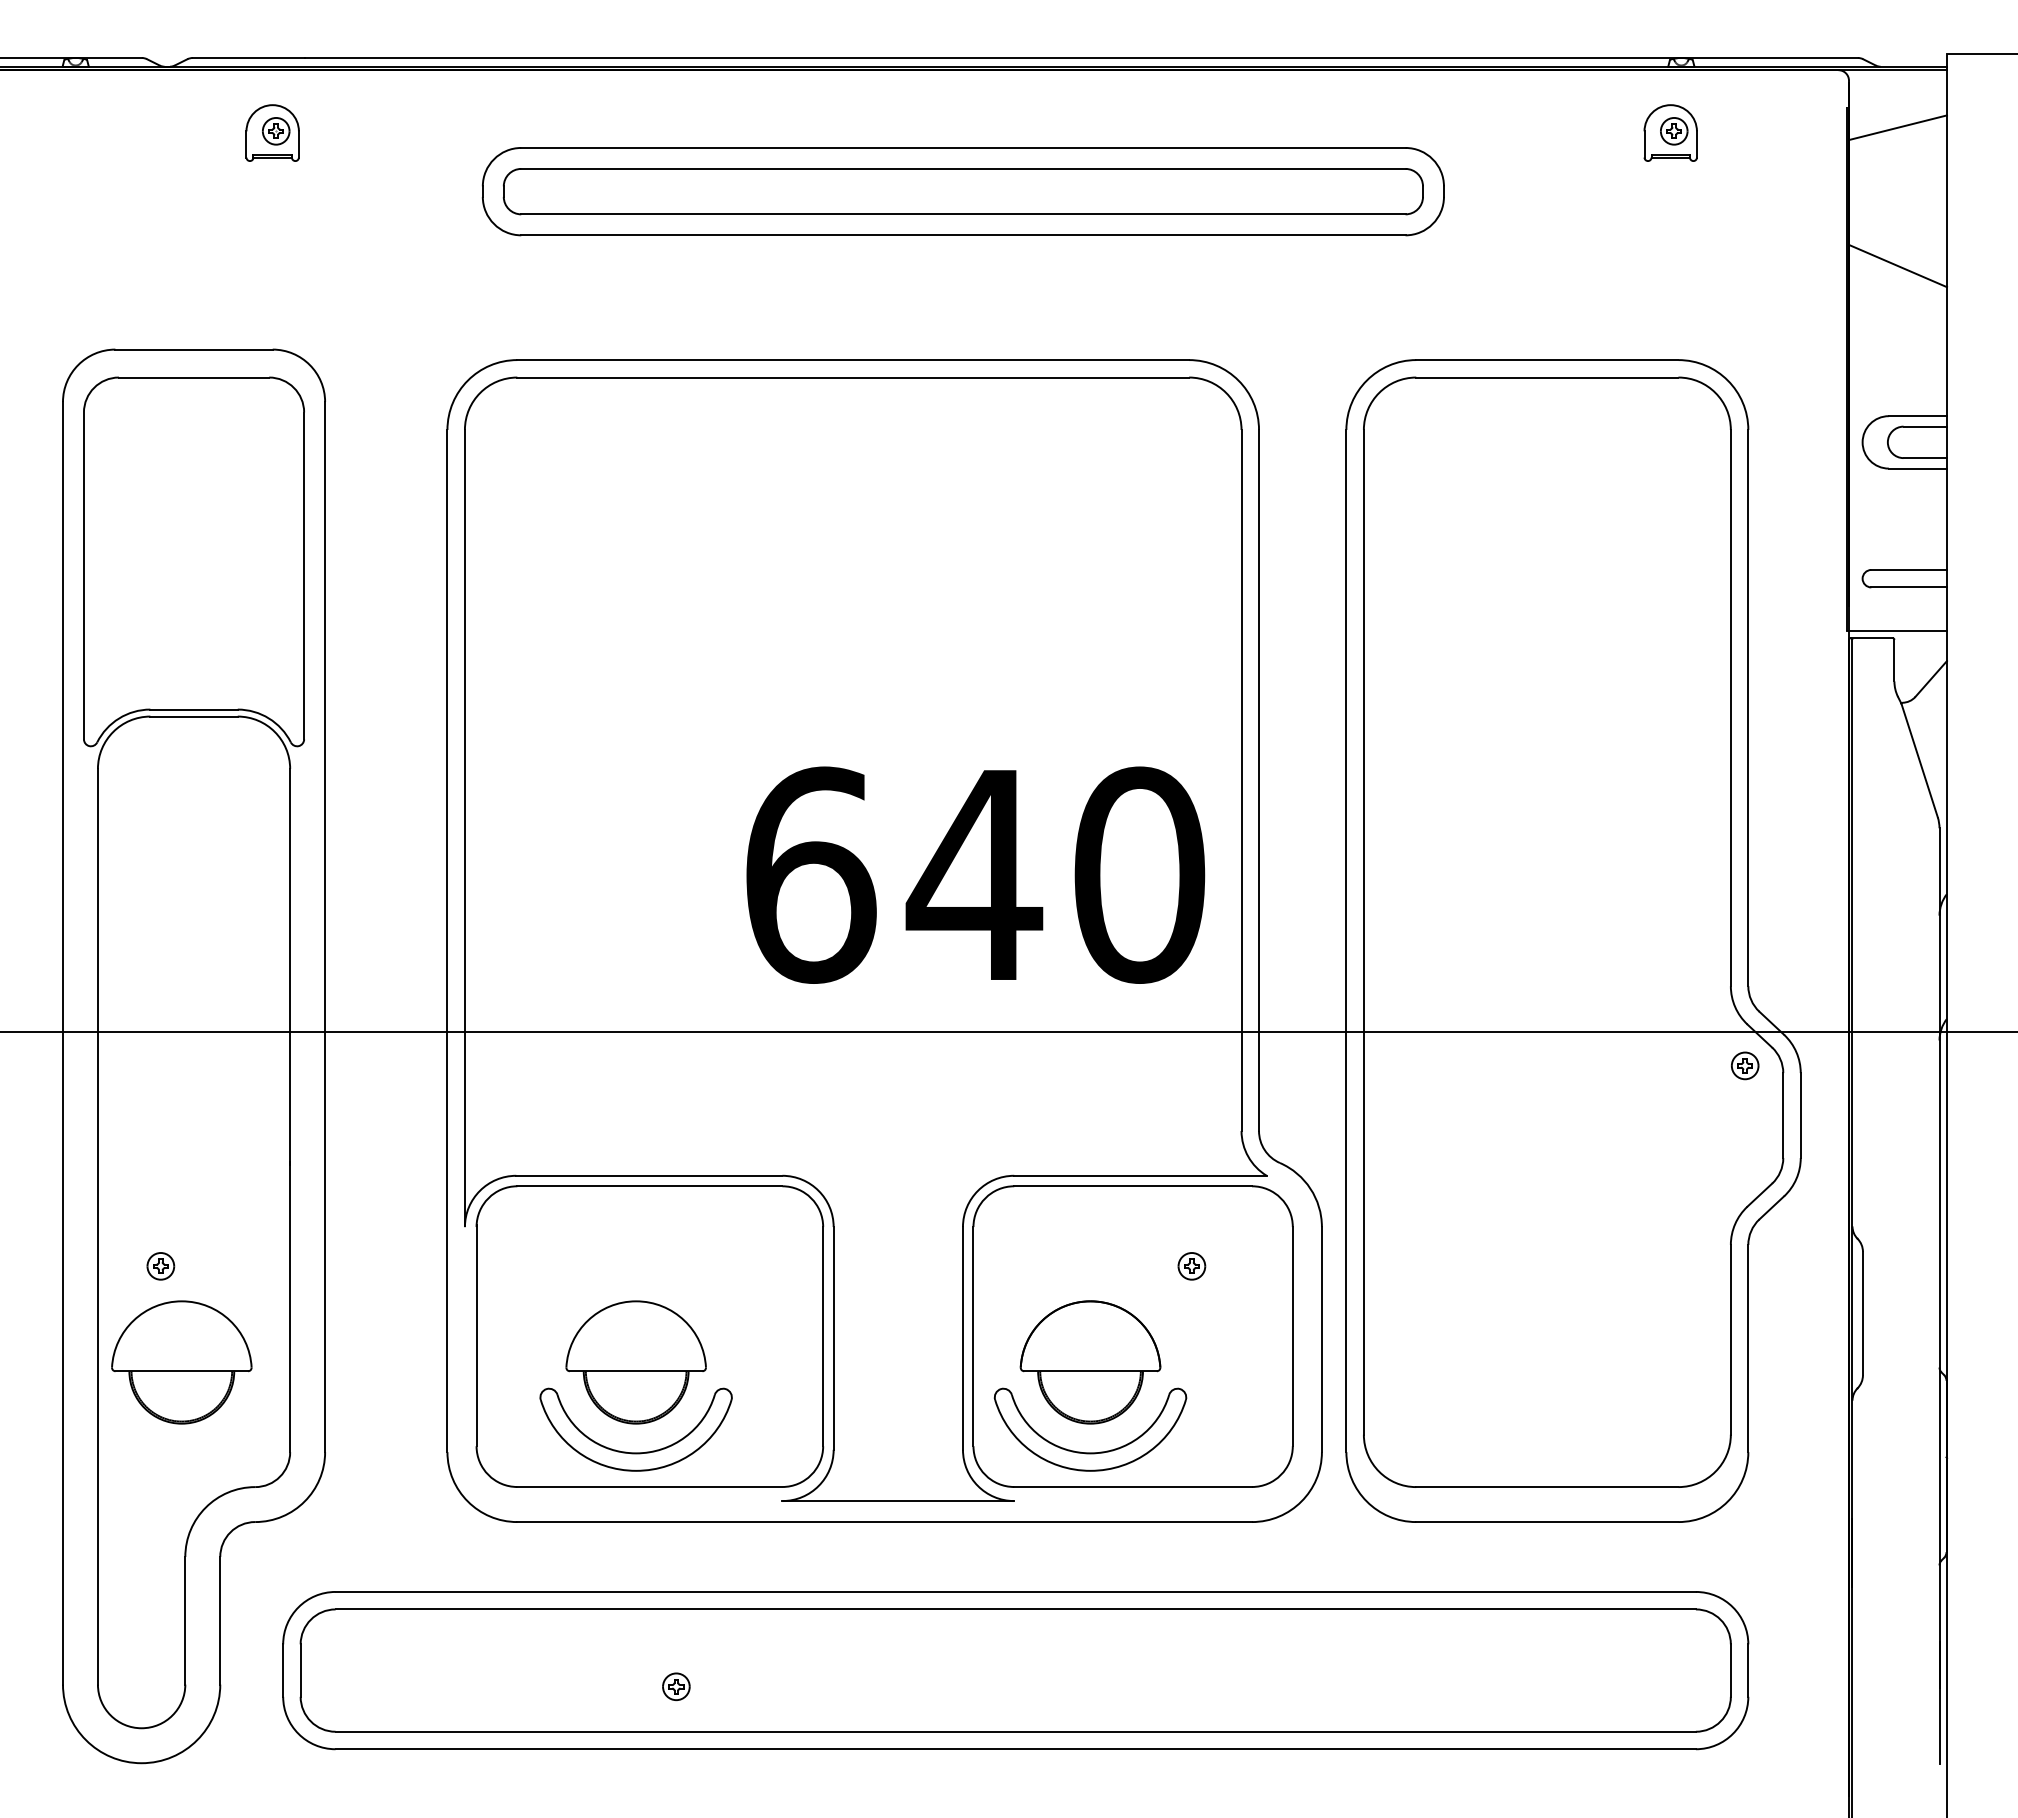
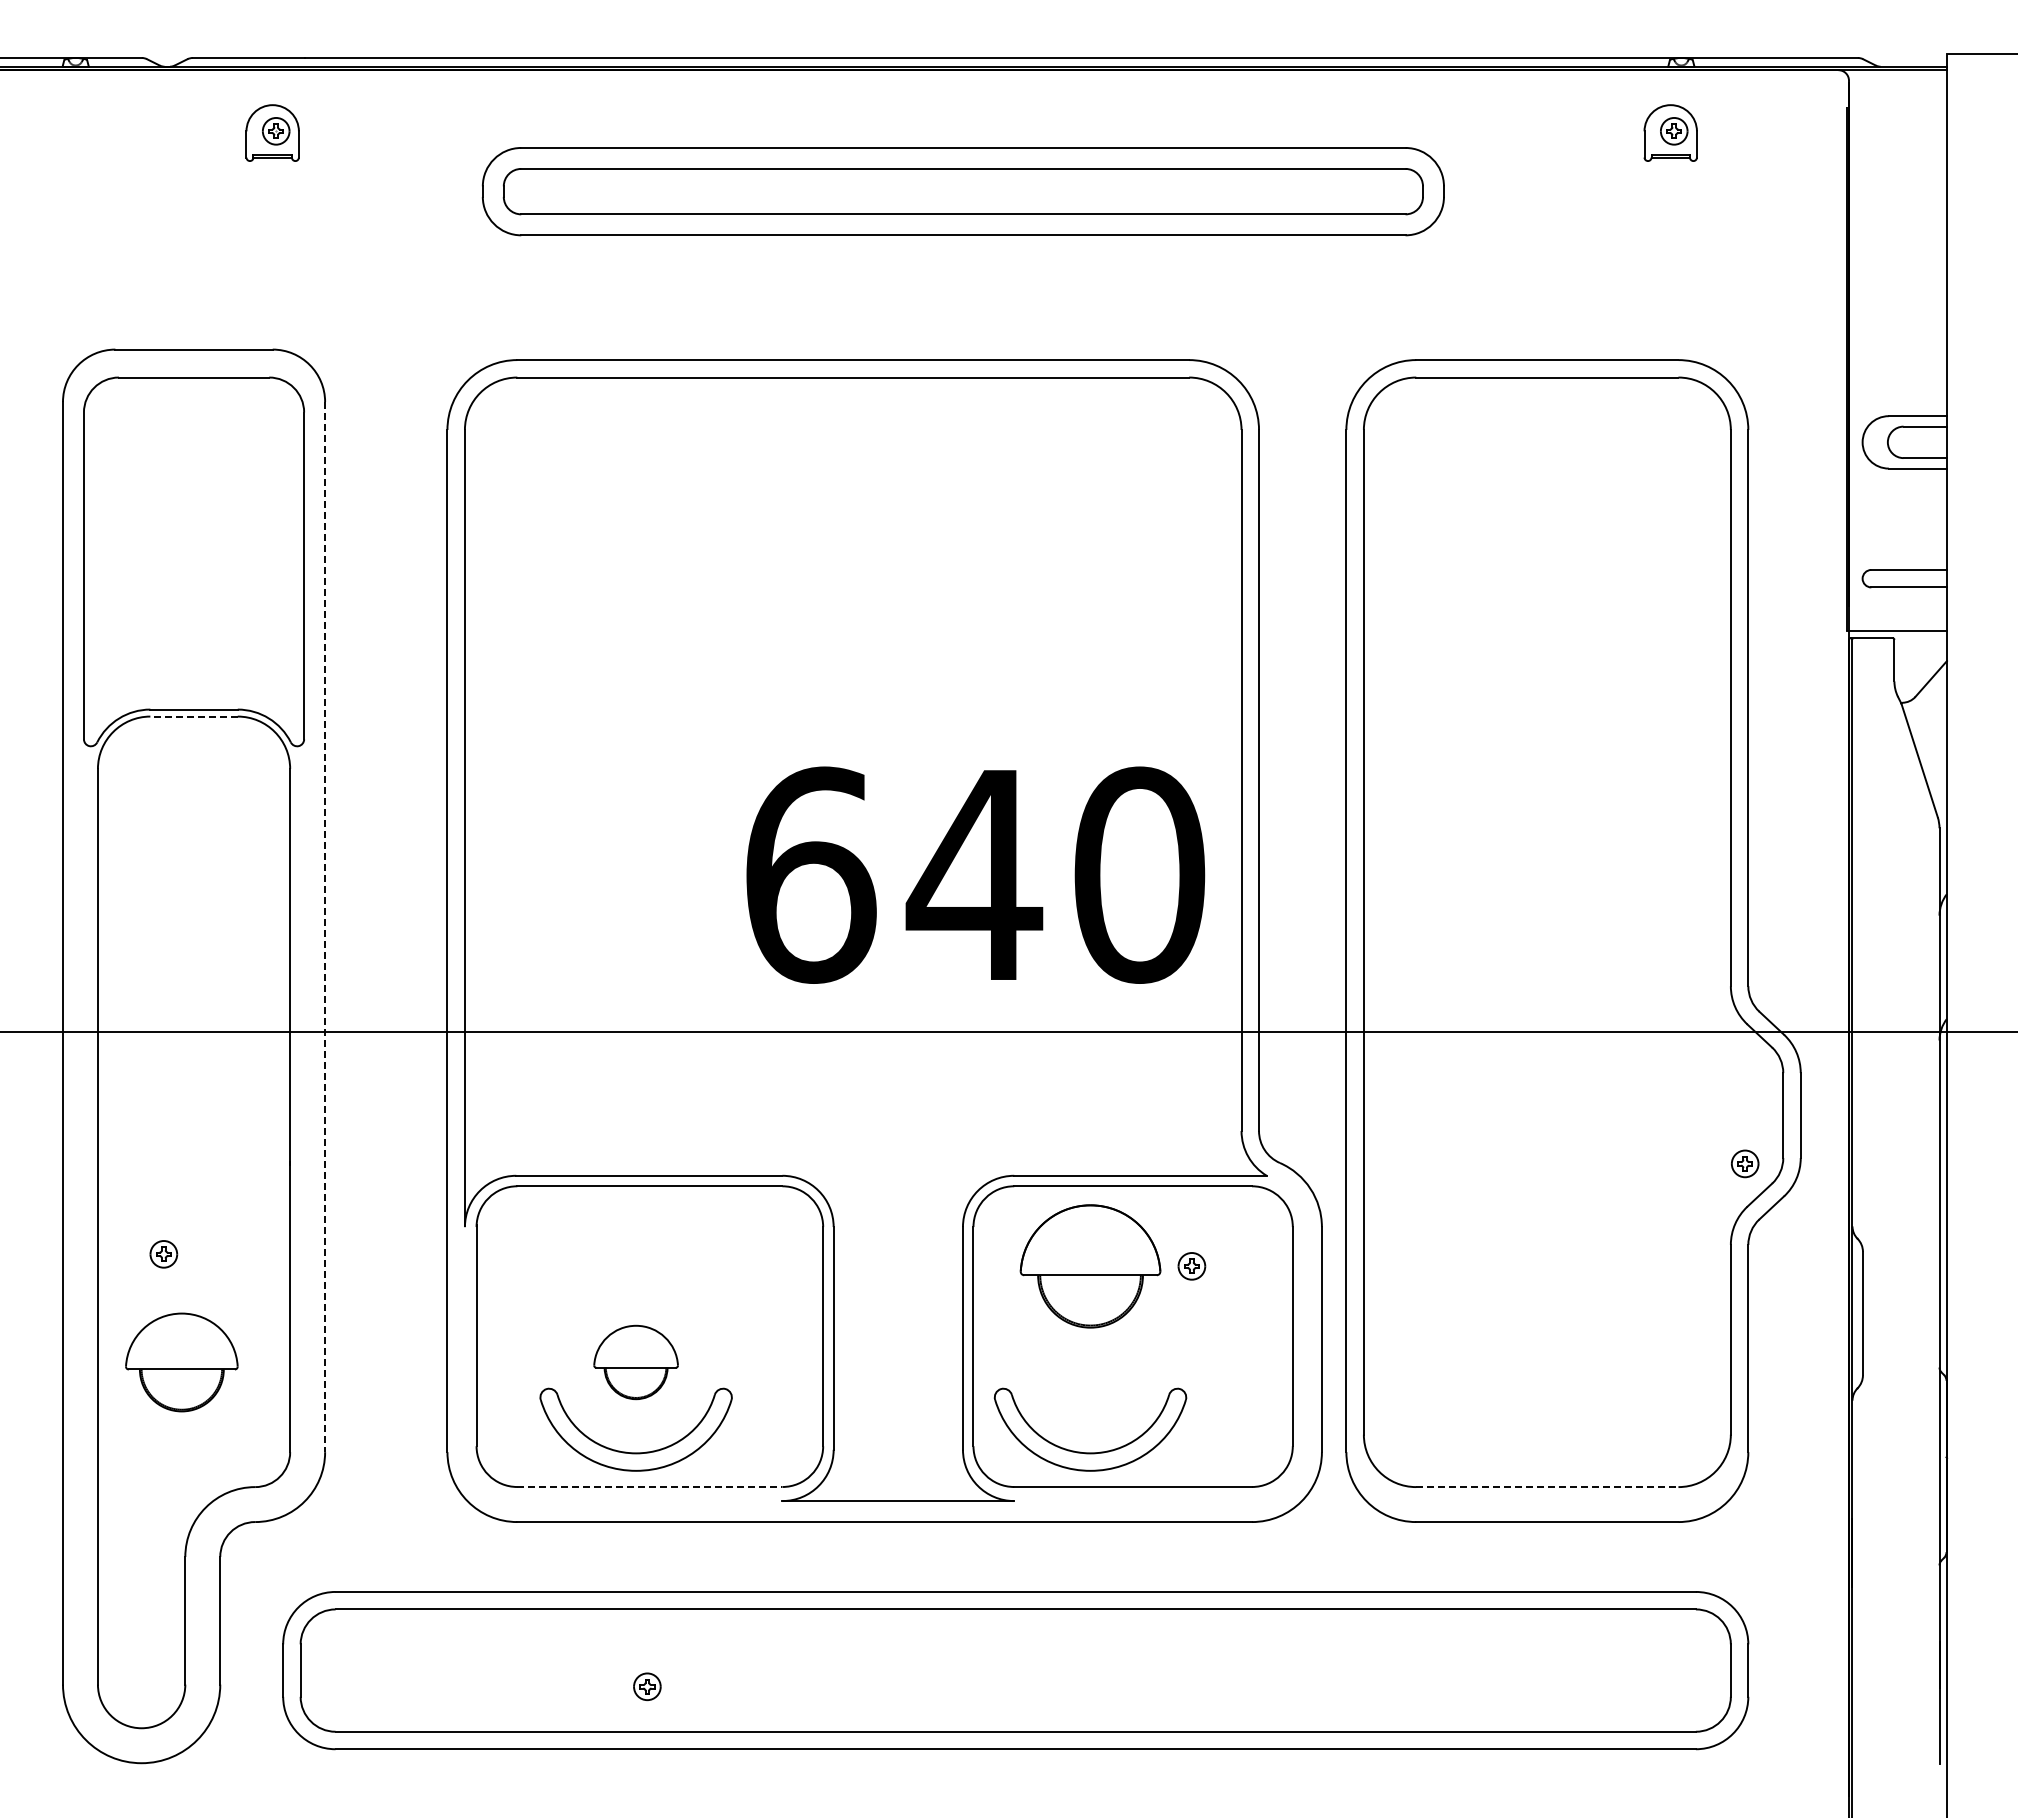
line at (1897, 127): present -> none
line at (1897, 265): present -> none
line at (194, 716): solid -> dashed
line at (325, 927): solid -> dashed
part at (1745, 1065) position: (1745, 1065) -> (1745, 1163)
part at (160, 1266) position: (160, 1266) -> (163, 1254)
part at (181, 1362) size: 142x125 px -> 114x101 px
part at (635, 1362) size: 142x125 px -> 86x77 px
part at (1090, 1362) position: (1090, 1362) -> (1090, 1266)
line at (649, 1487): solid -> dashed
line at (1547, 1487): solid -> dashed
part at (676, 1686) position: (676, 1686) -> (647, 1686)
